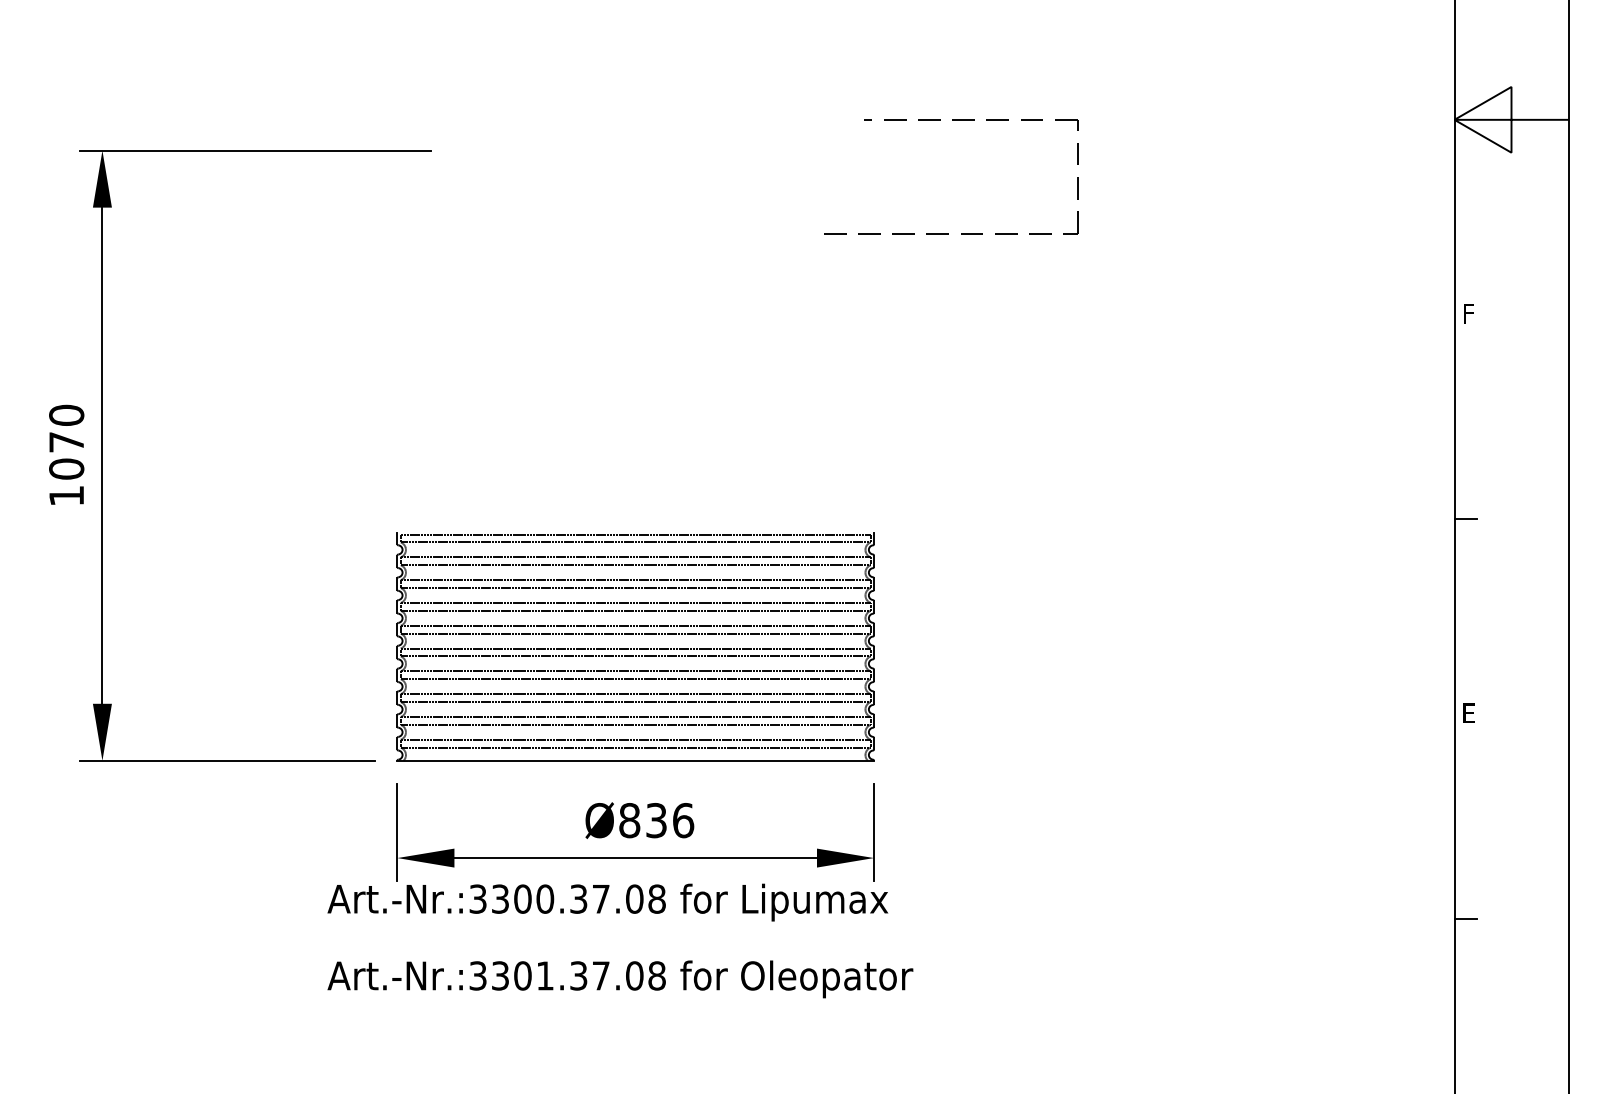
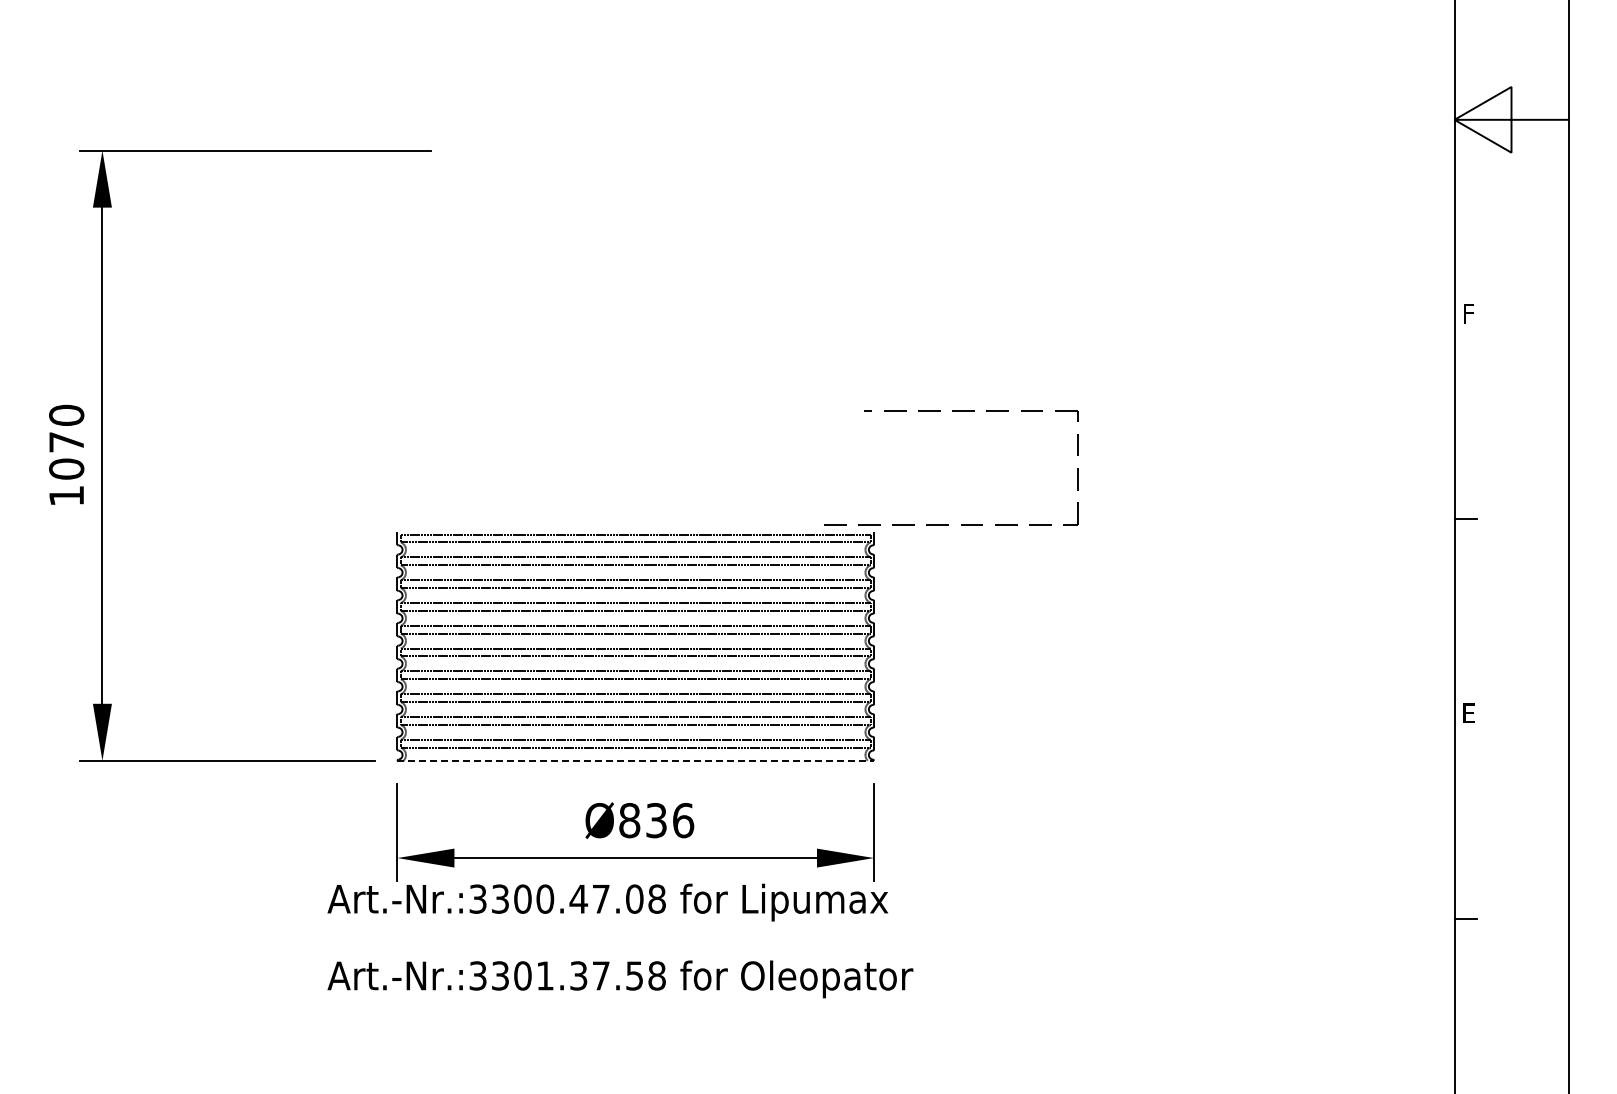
part at (952, 120) position: (952, 120) -> (952, 411)
line at (636, 760): solid -> dashed
text at (578, 898): Art.-Nr.:3300.37.08 -> Art.-Nr.:3300.47.08
text at (634, 975): Art.-Nr.:3301.37.08 -> Art.-Nr.:3301.37.58
